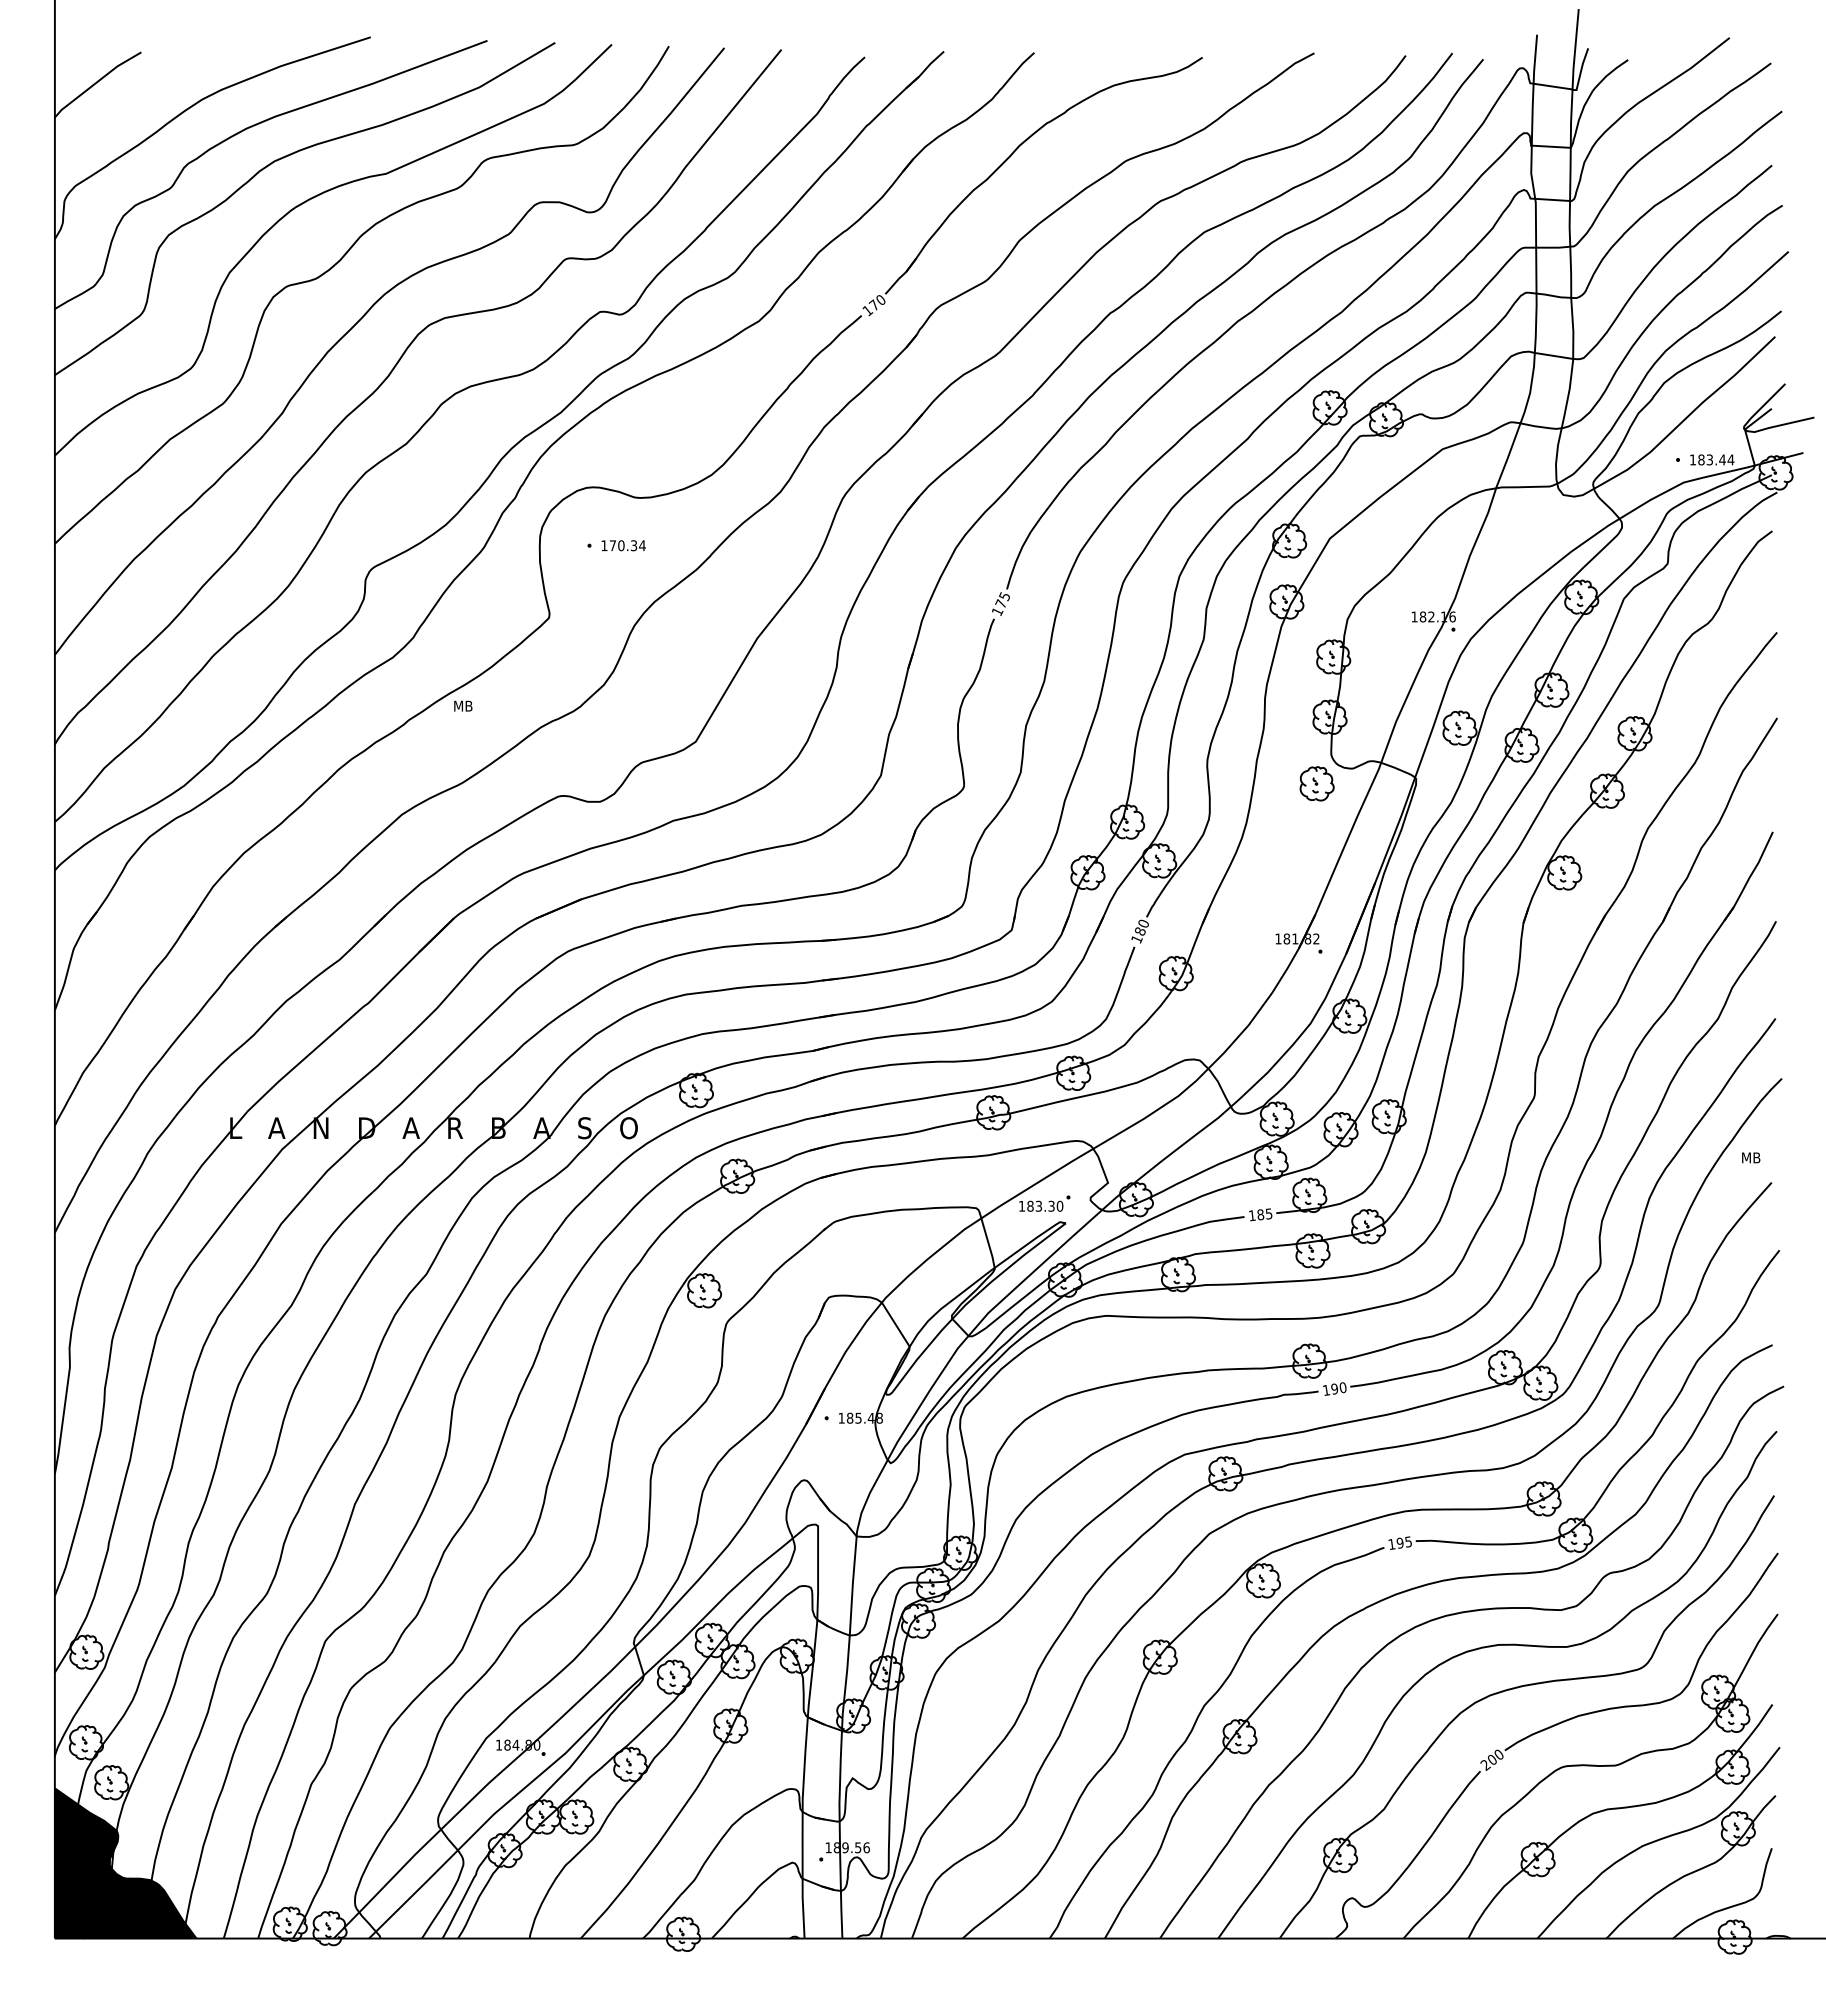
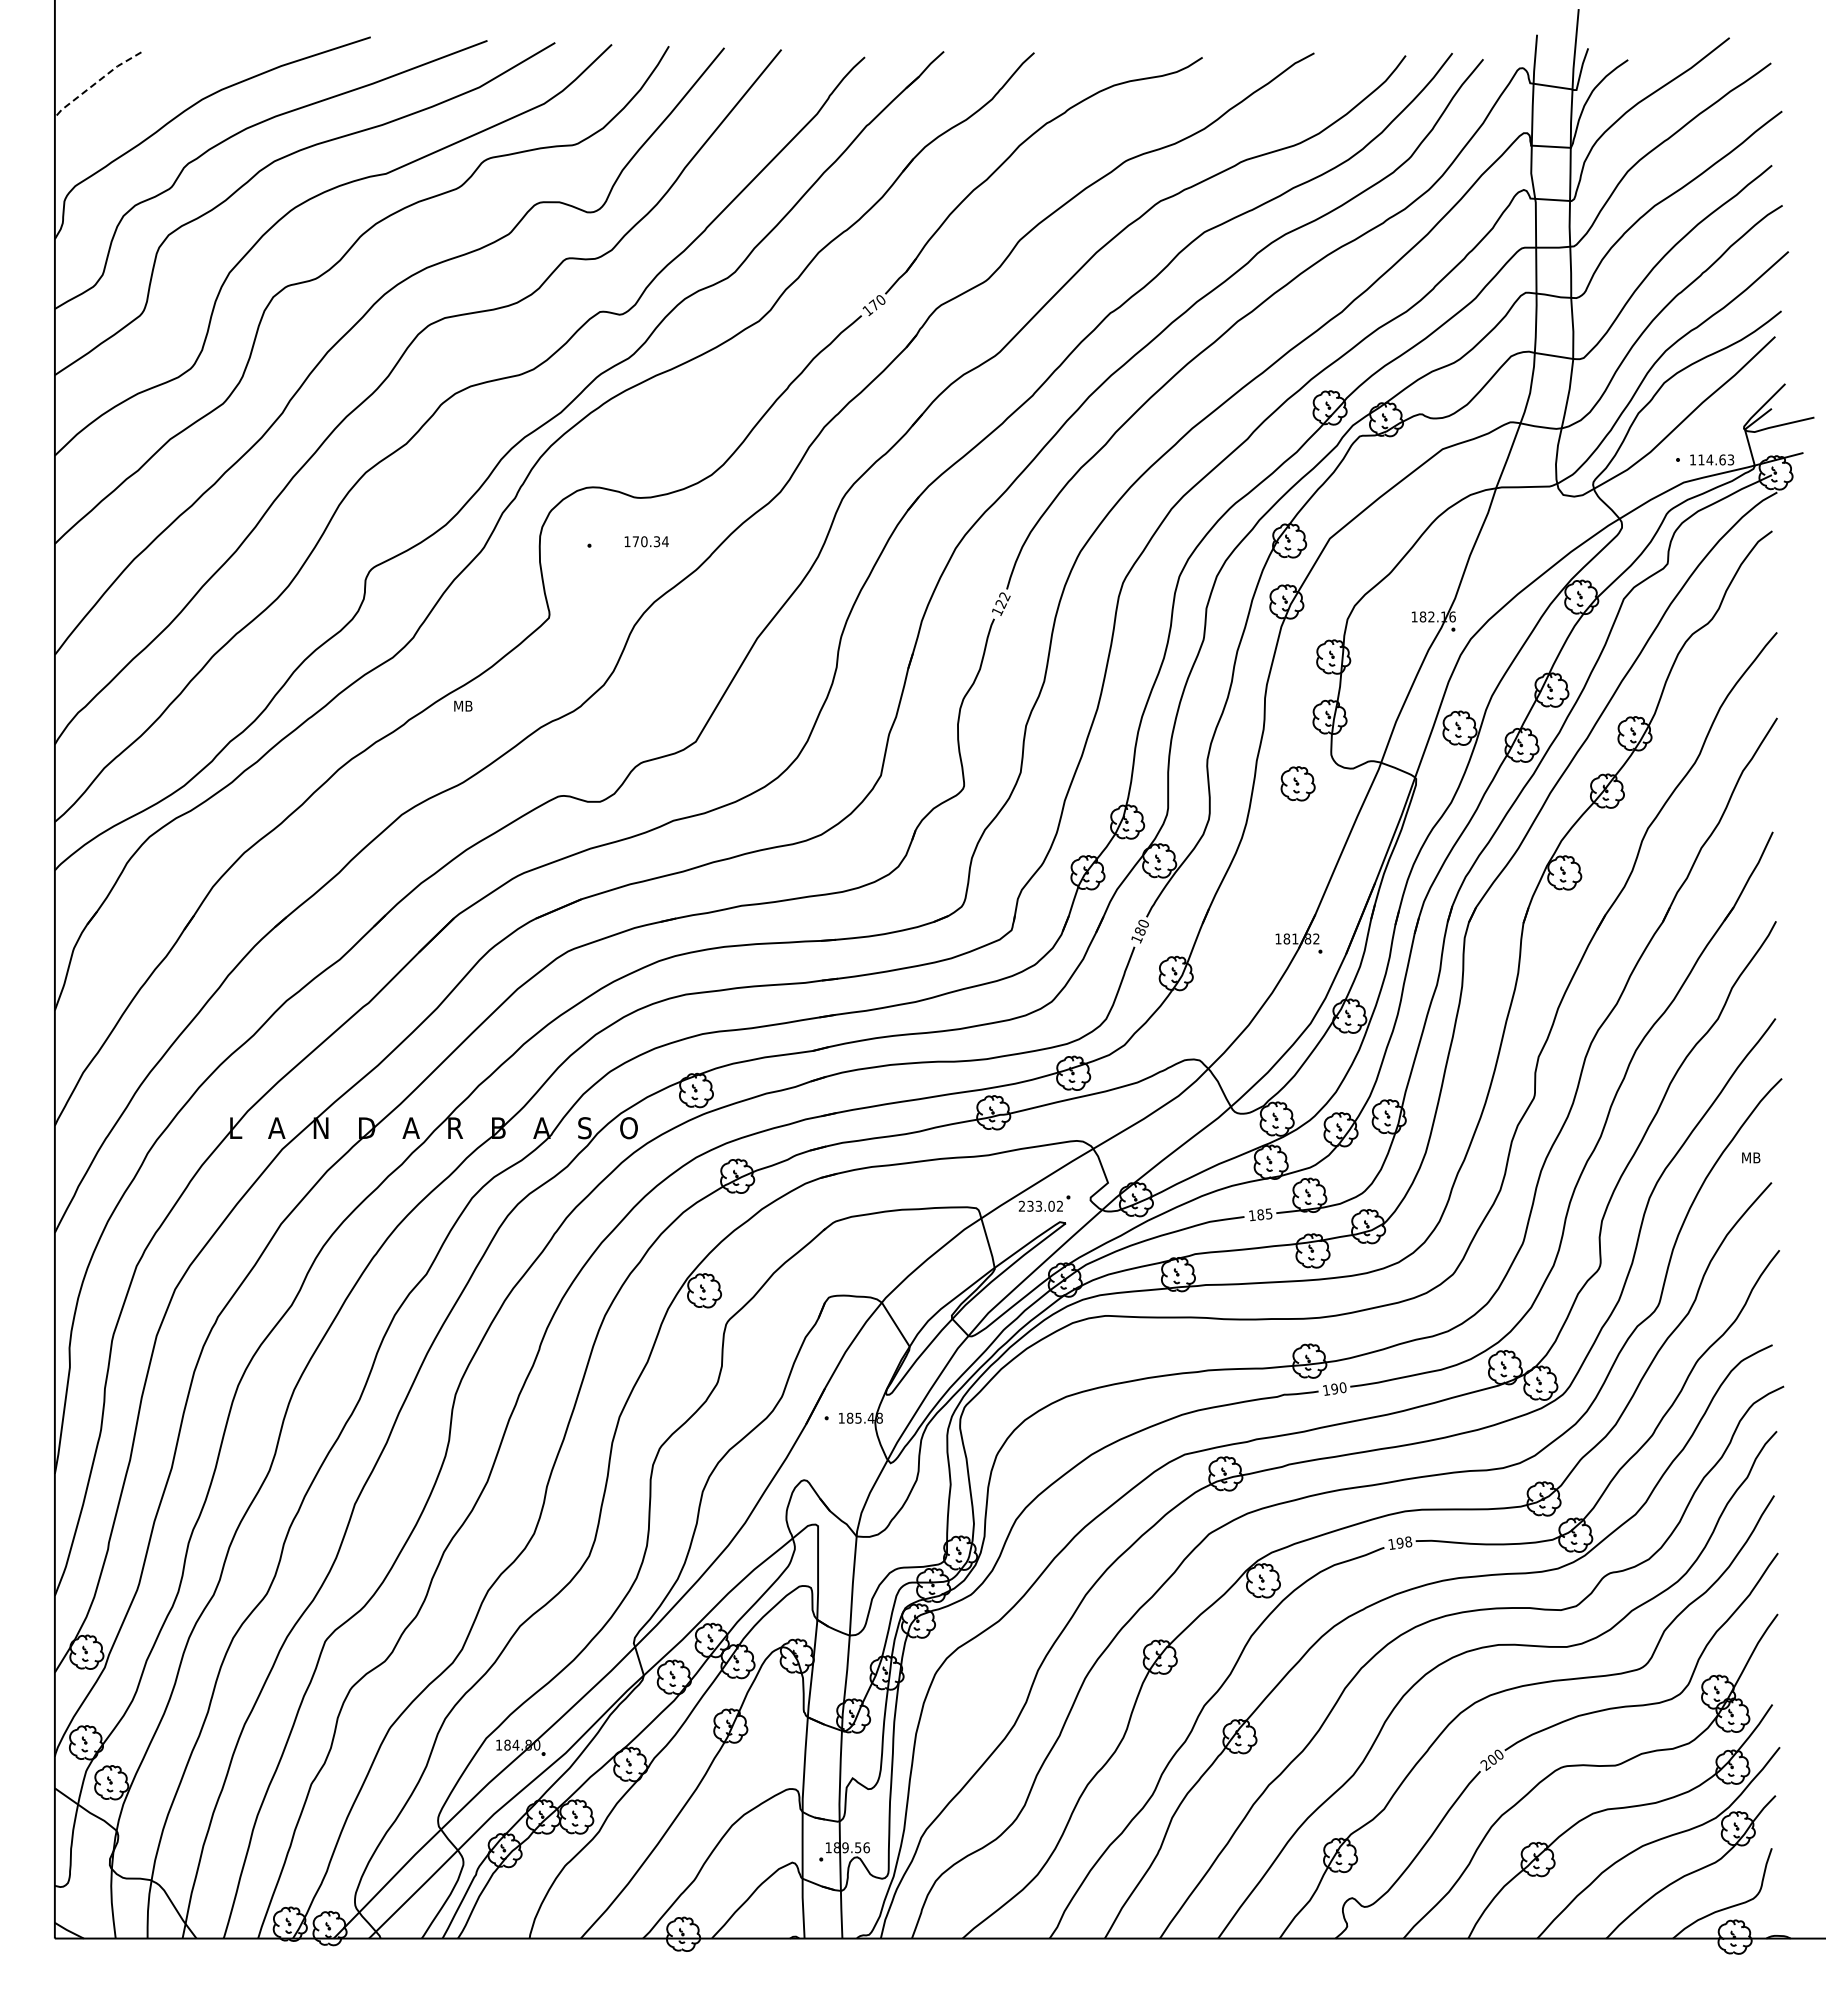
line at (96, 82): solid -> dashed
text at (1716, 459): 183.44 -> 114.63
text at (623, 545) position: (623, 545) -> (646, 541)
text at (1002, 600): 175 -> 122
part at (1316, 783) position: (1316, 783) -> (1297, 783)
text at (1040, 1205): 183.30 -> 233.02
text at (1408, 1541): 195 -> 198
fill at (125, 1863): present -> none
